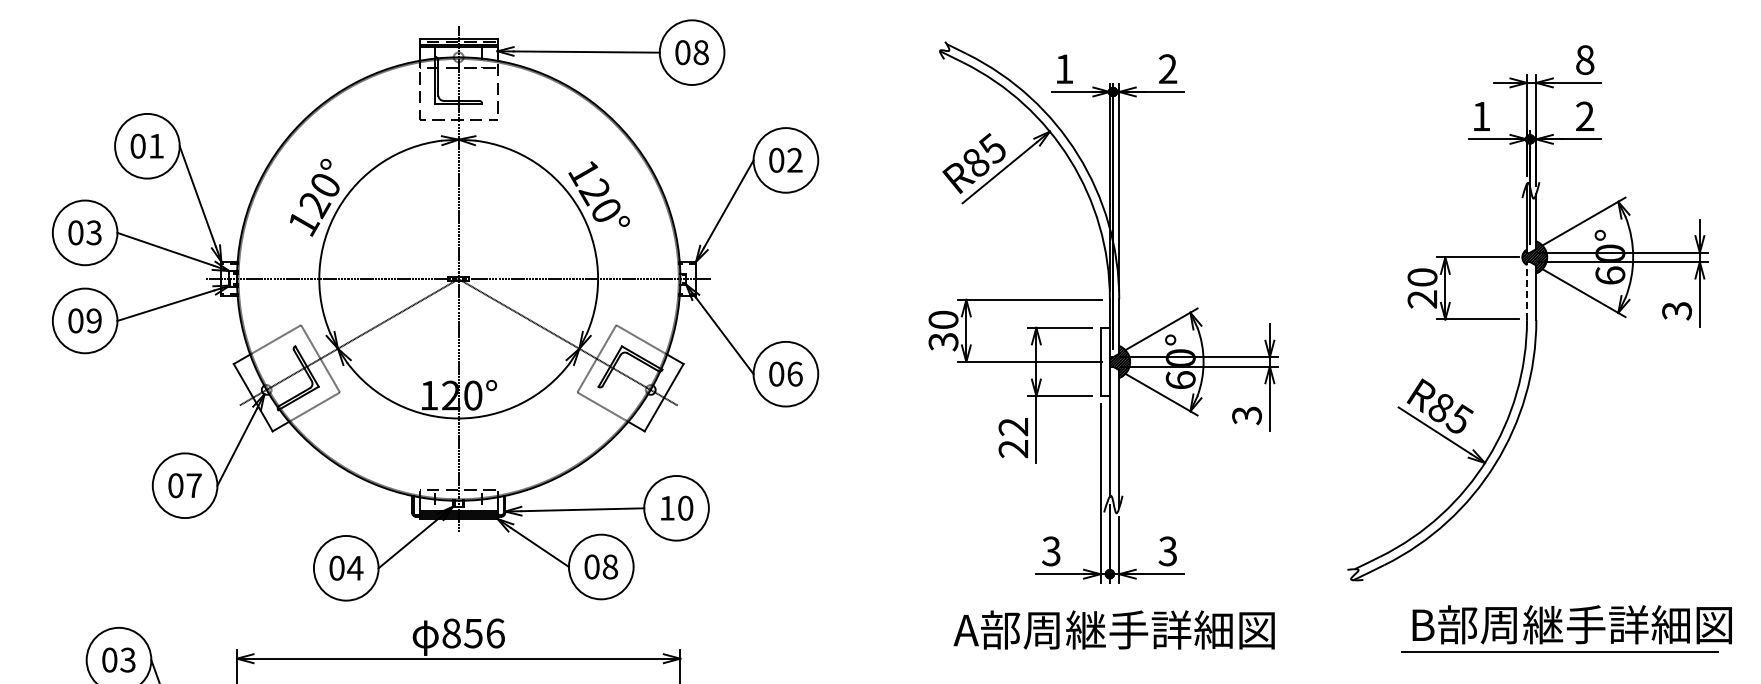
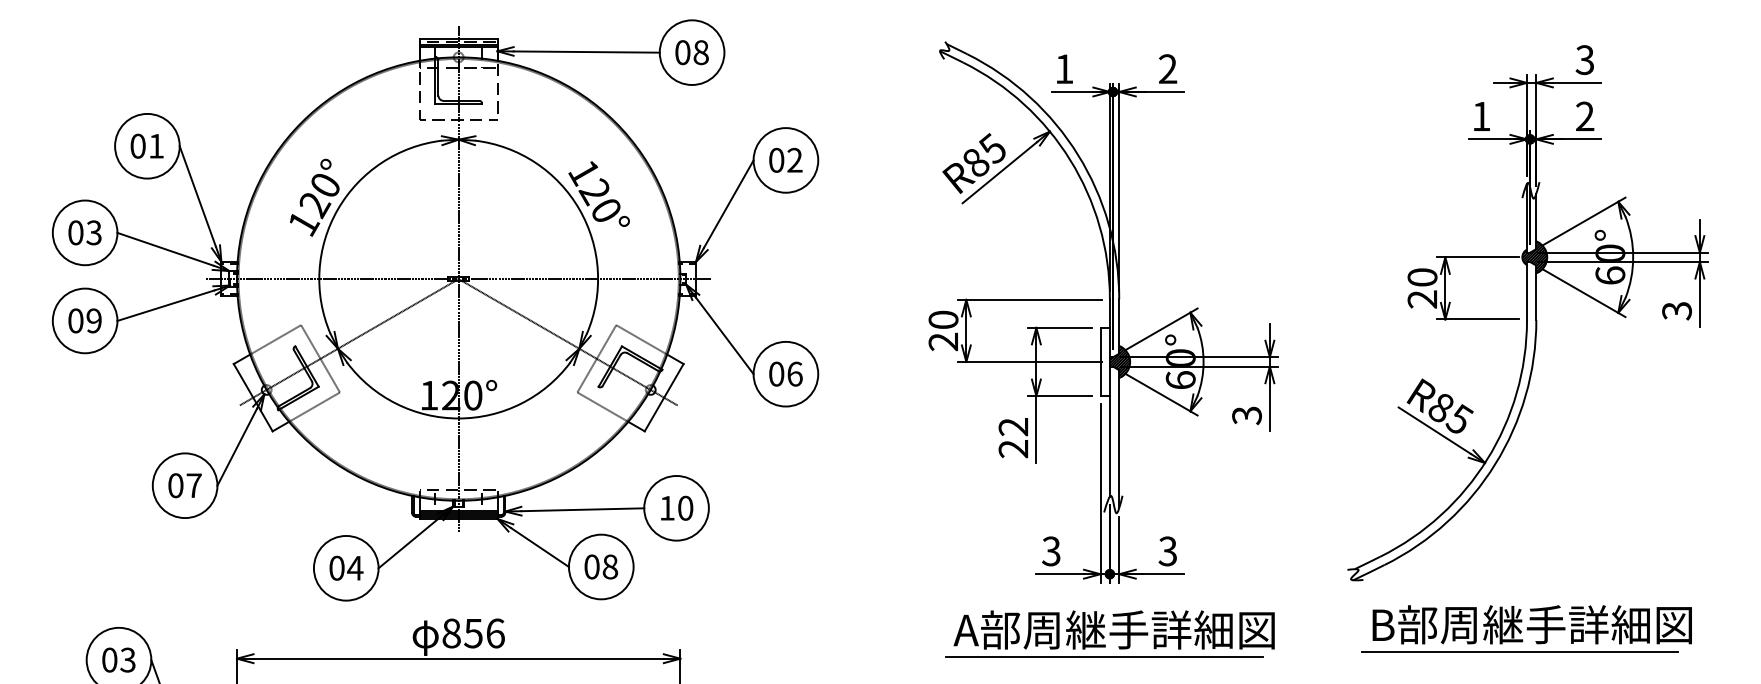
text at (1584, 59): 8 -> 3
line at (1527, 290): dashed -> solid
text at (943, 341): 30 -> 20
part at (1566, 628) position: (1566, 628) -> (1526, 628)
line at (1104, 657): none -> present
